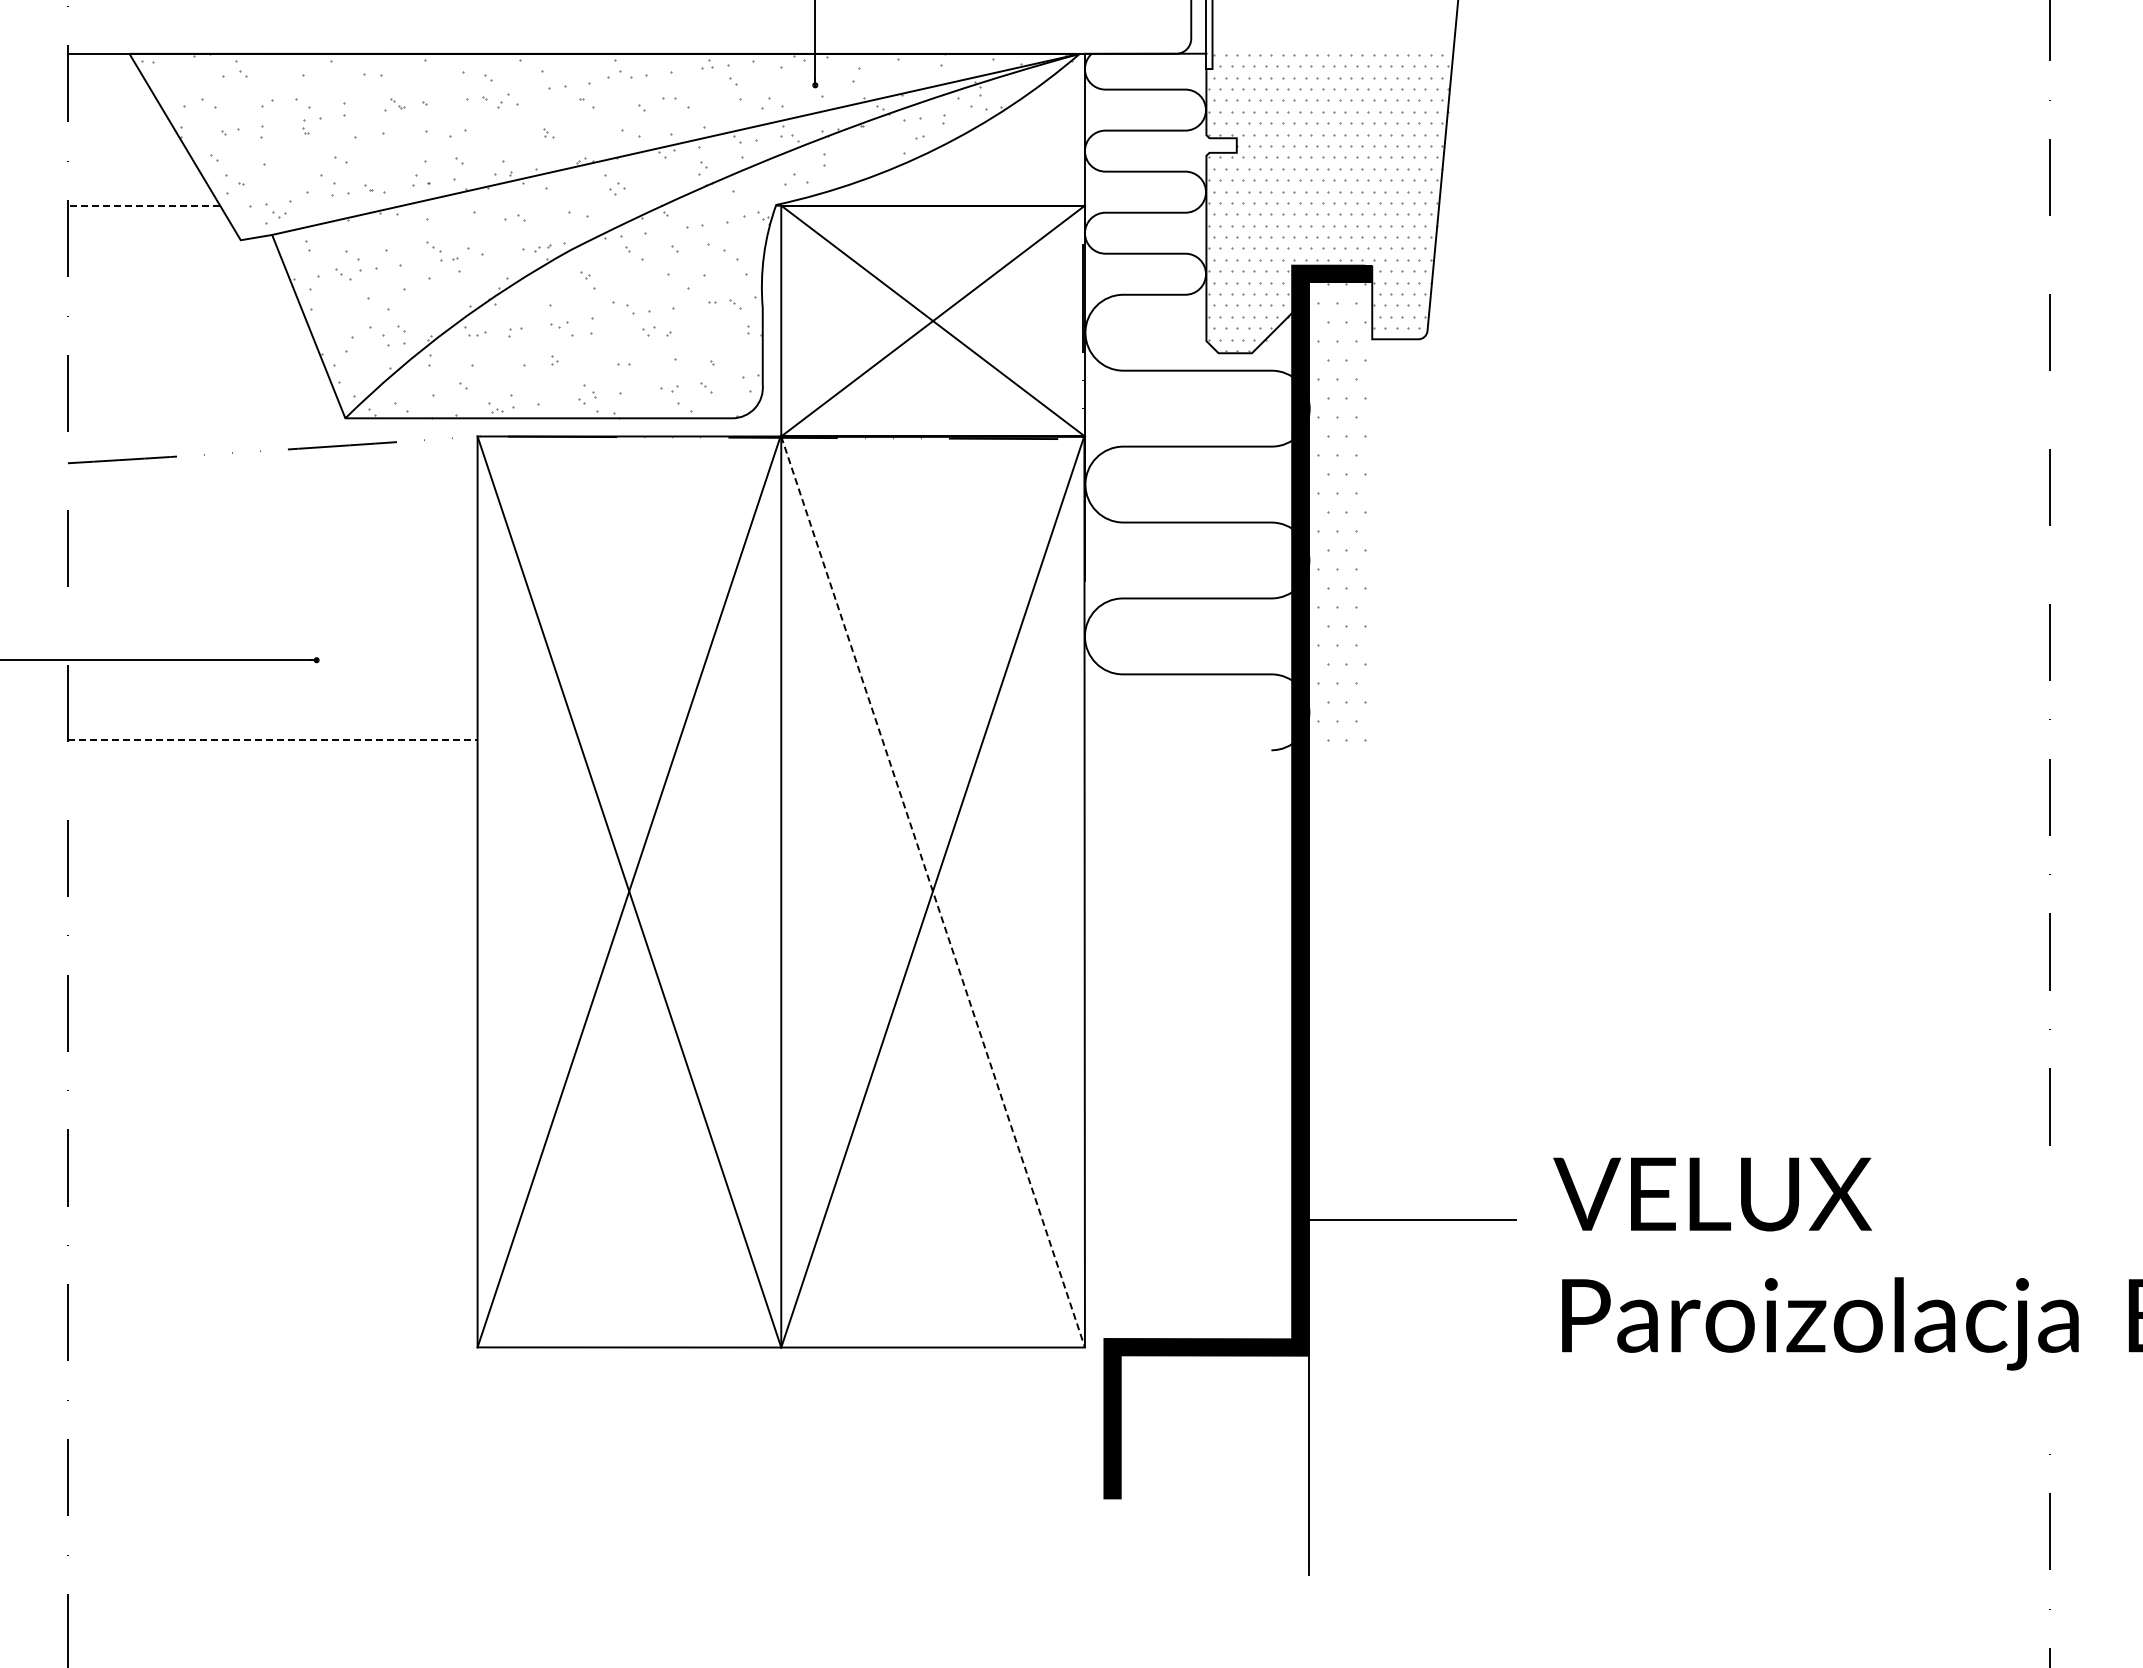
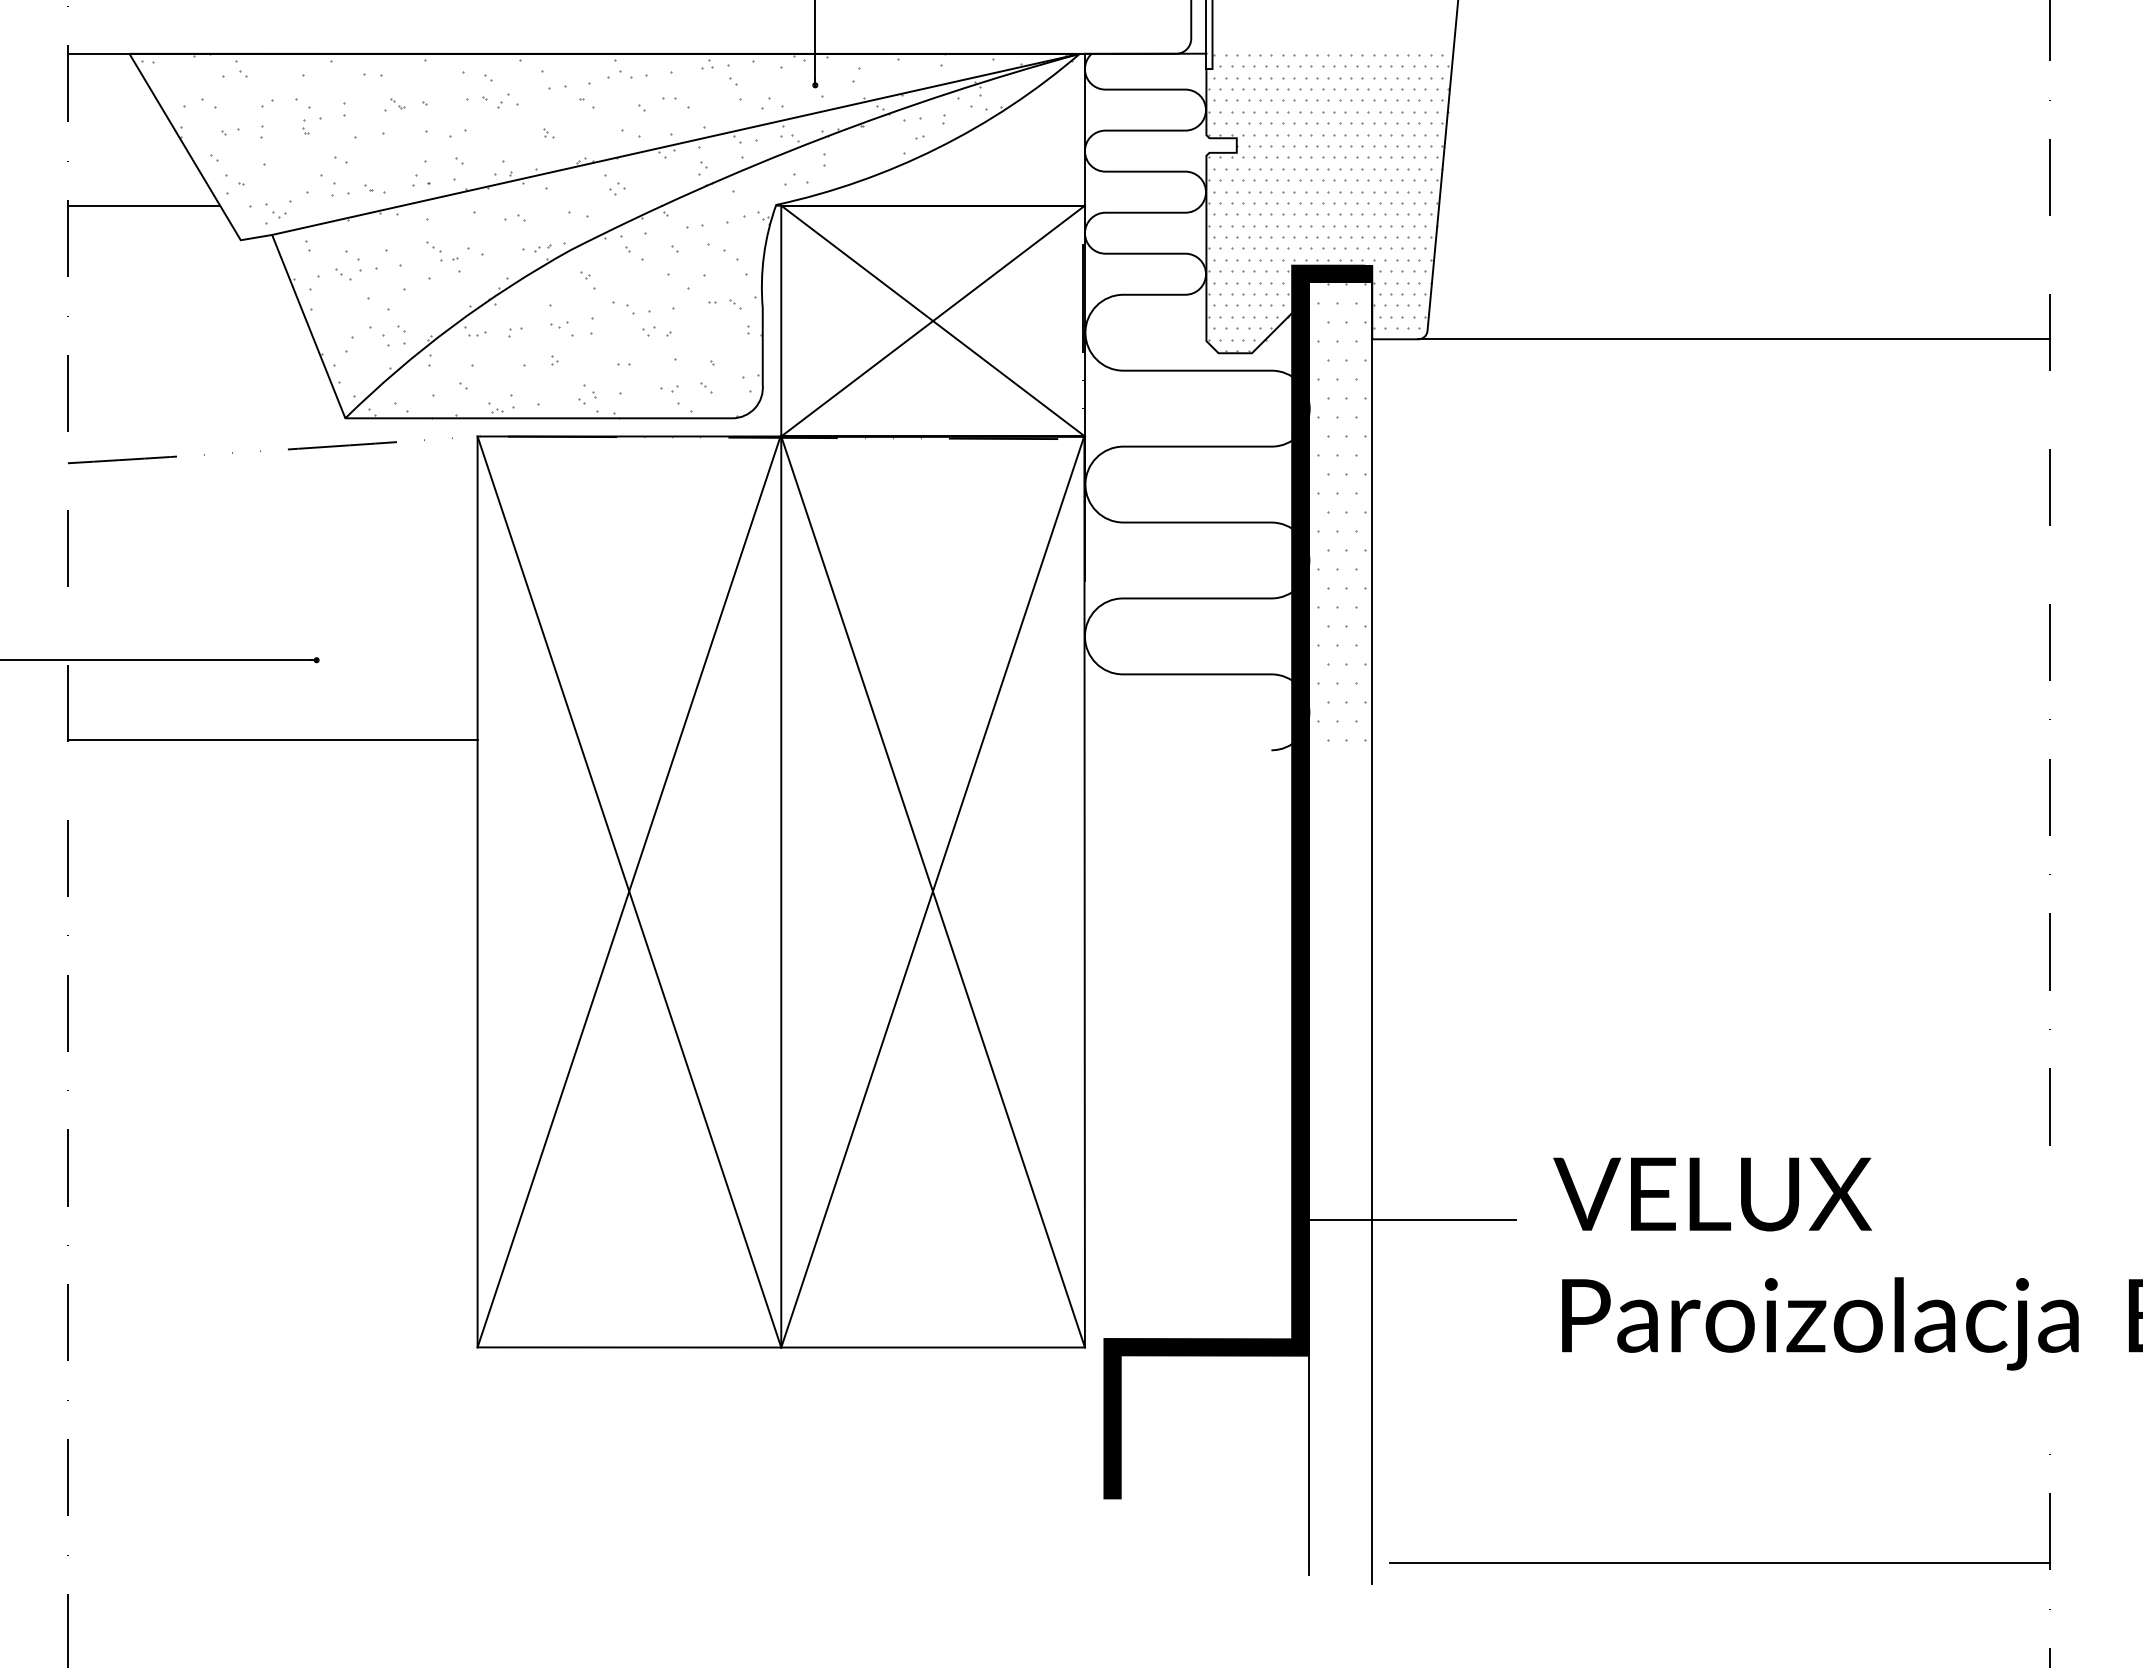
line at (143, 205): dashed -> solid
line at (1733, 339): none -> present
line at (272, 740): dashed -> solid
line at (933, 892): dashed -> solid
line at (1372, 925): none -> present
line at (1719, 1563): none -> present
